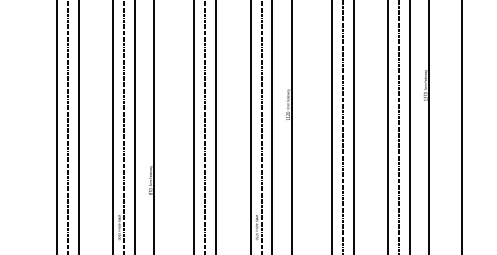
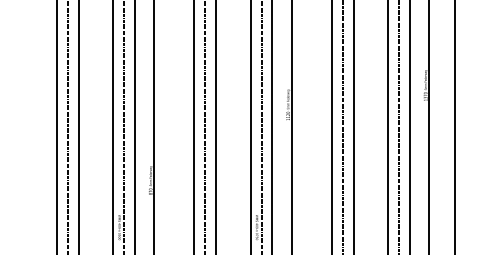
line at (462, 126) position: (462, 126) -> (455, 126)
